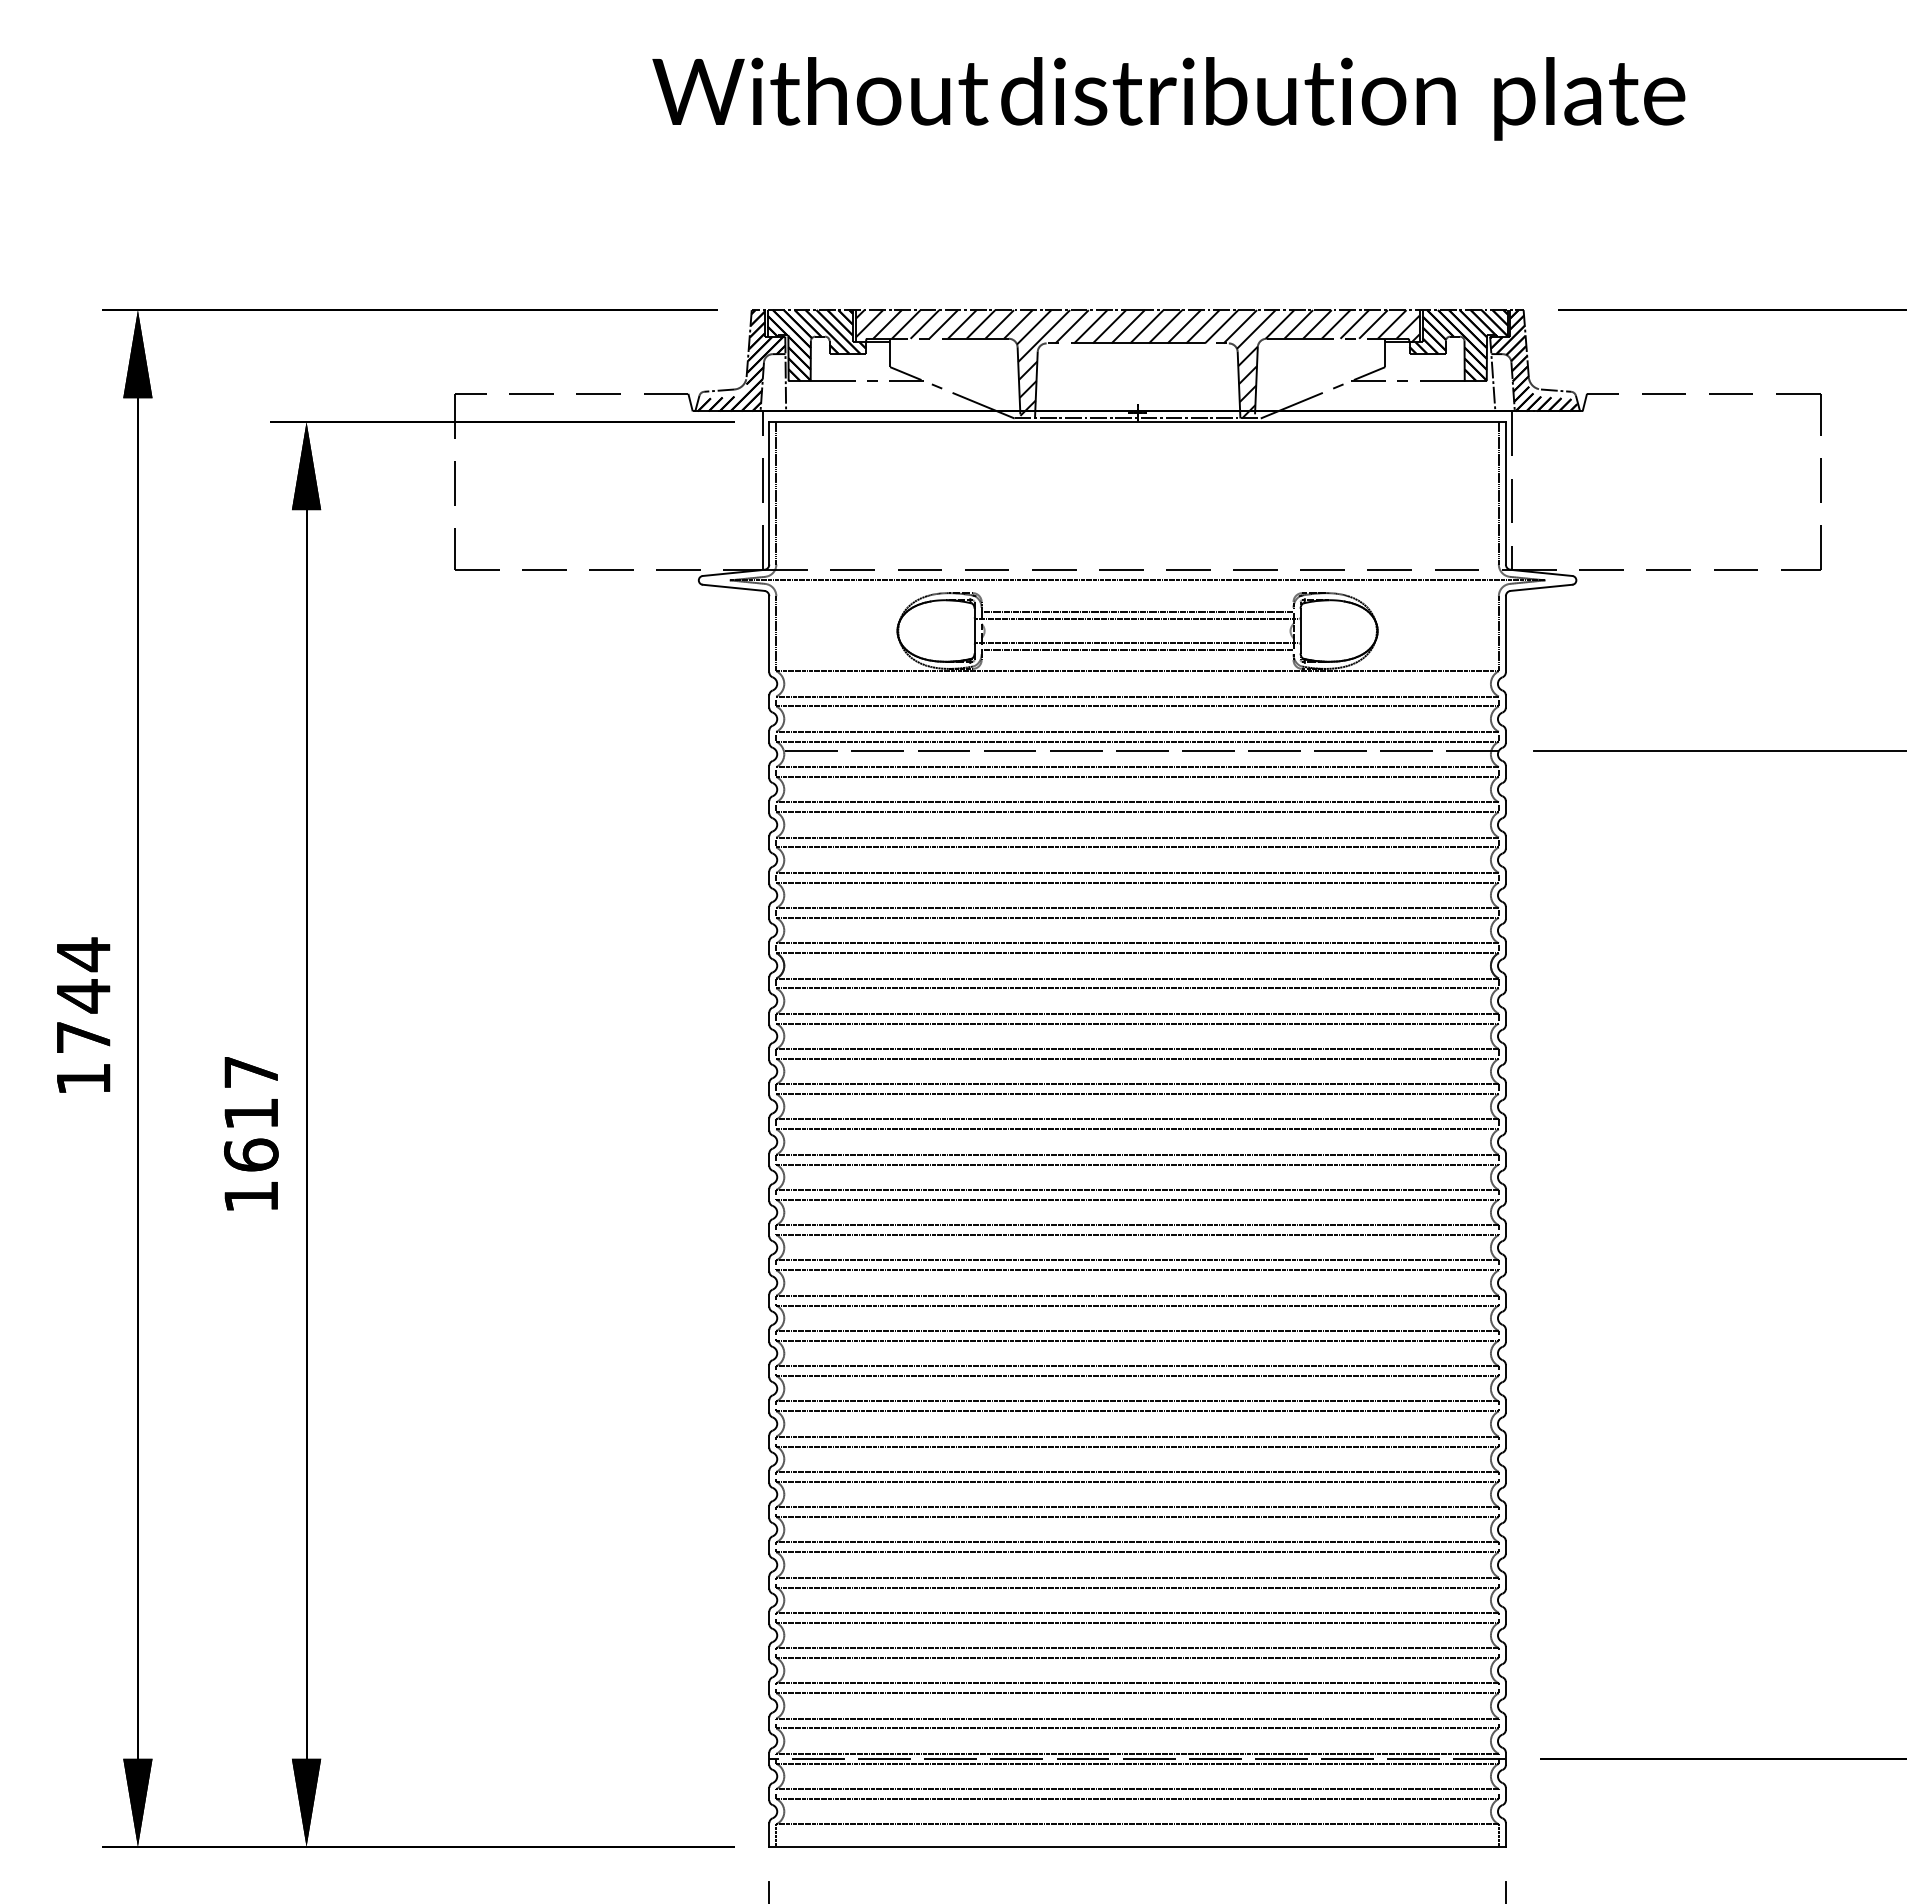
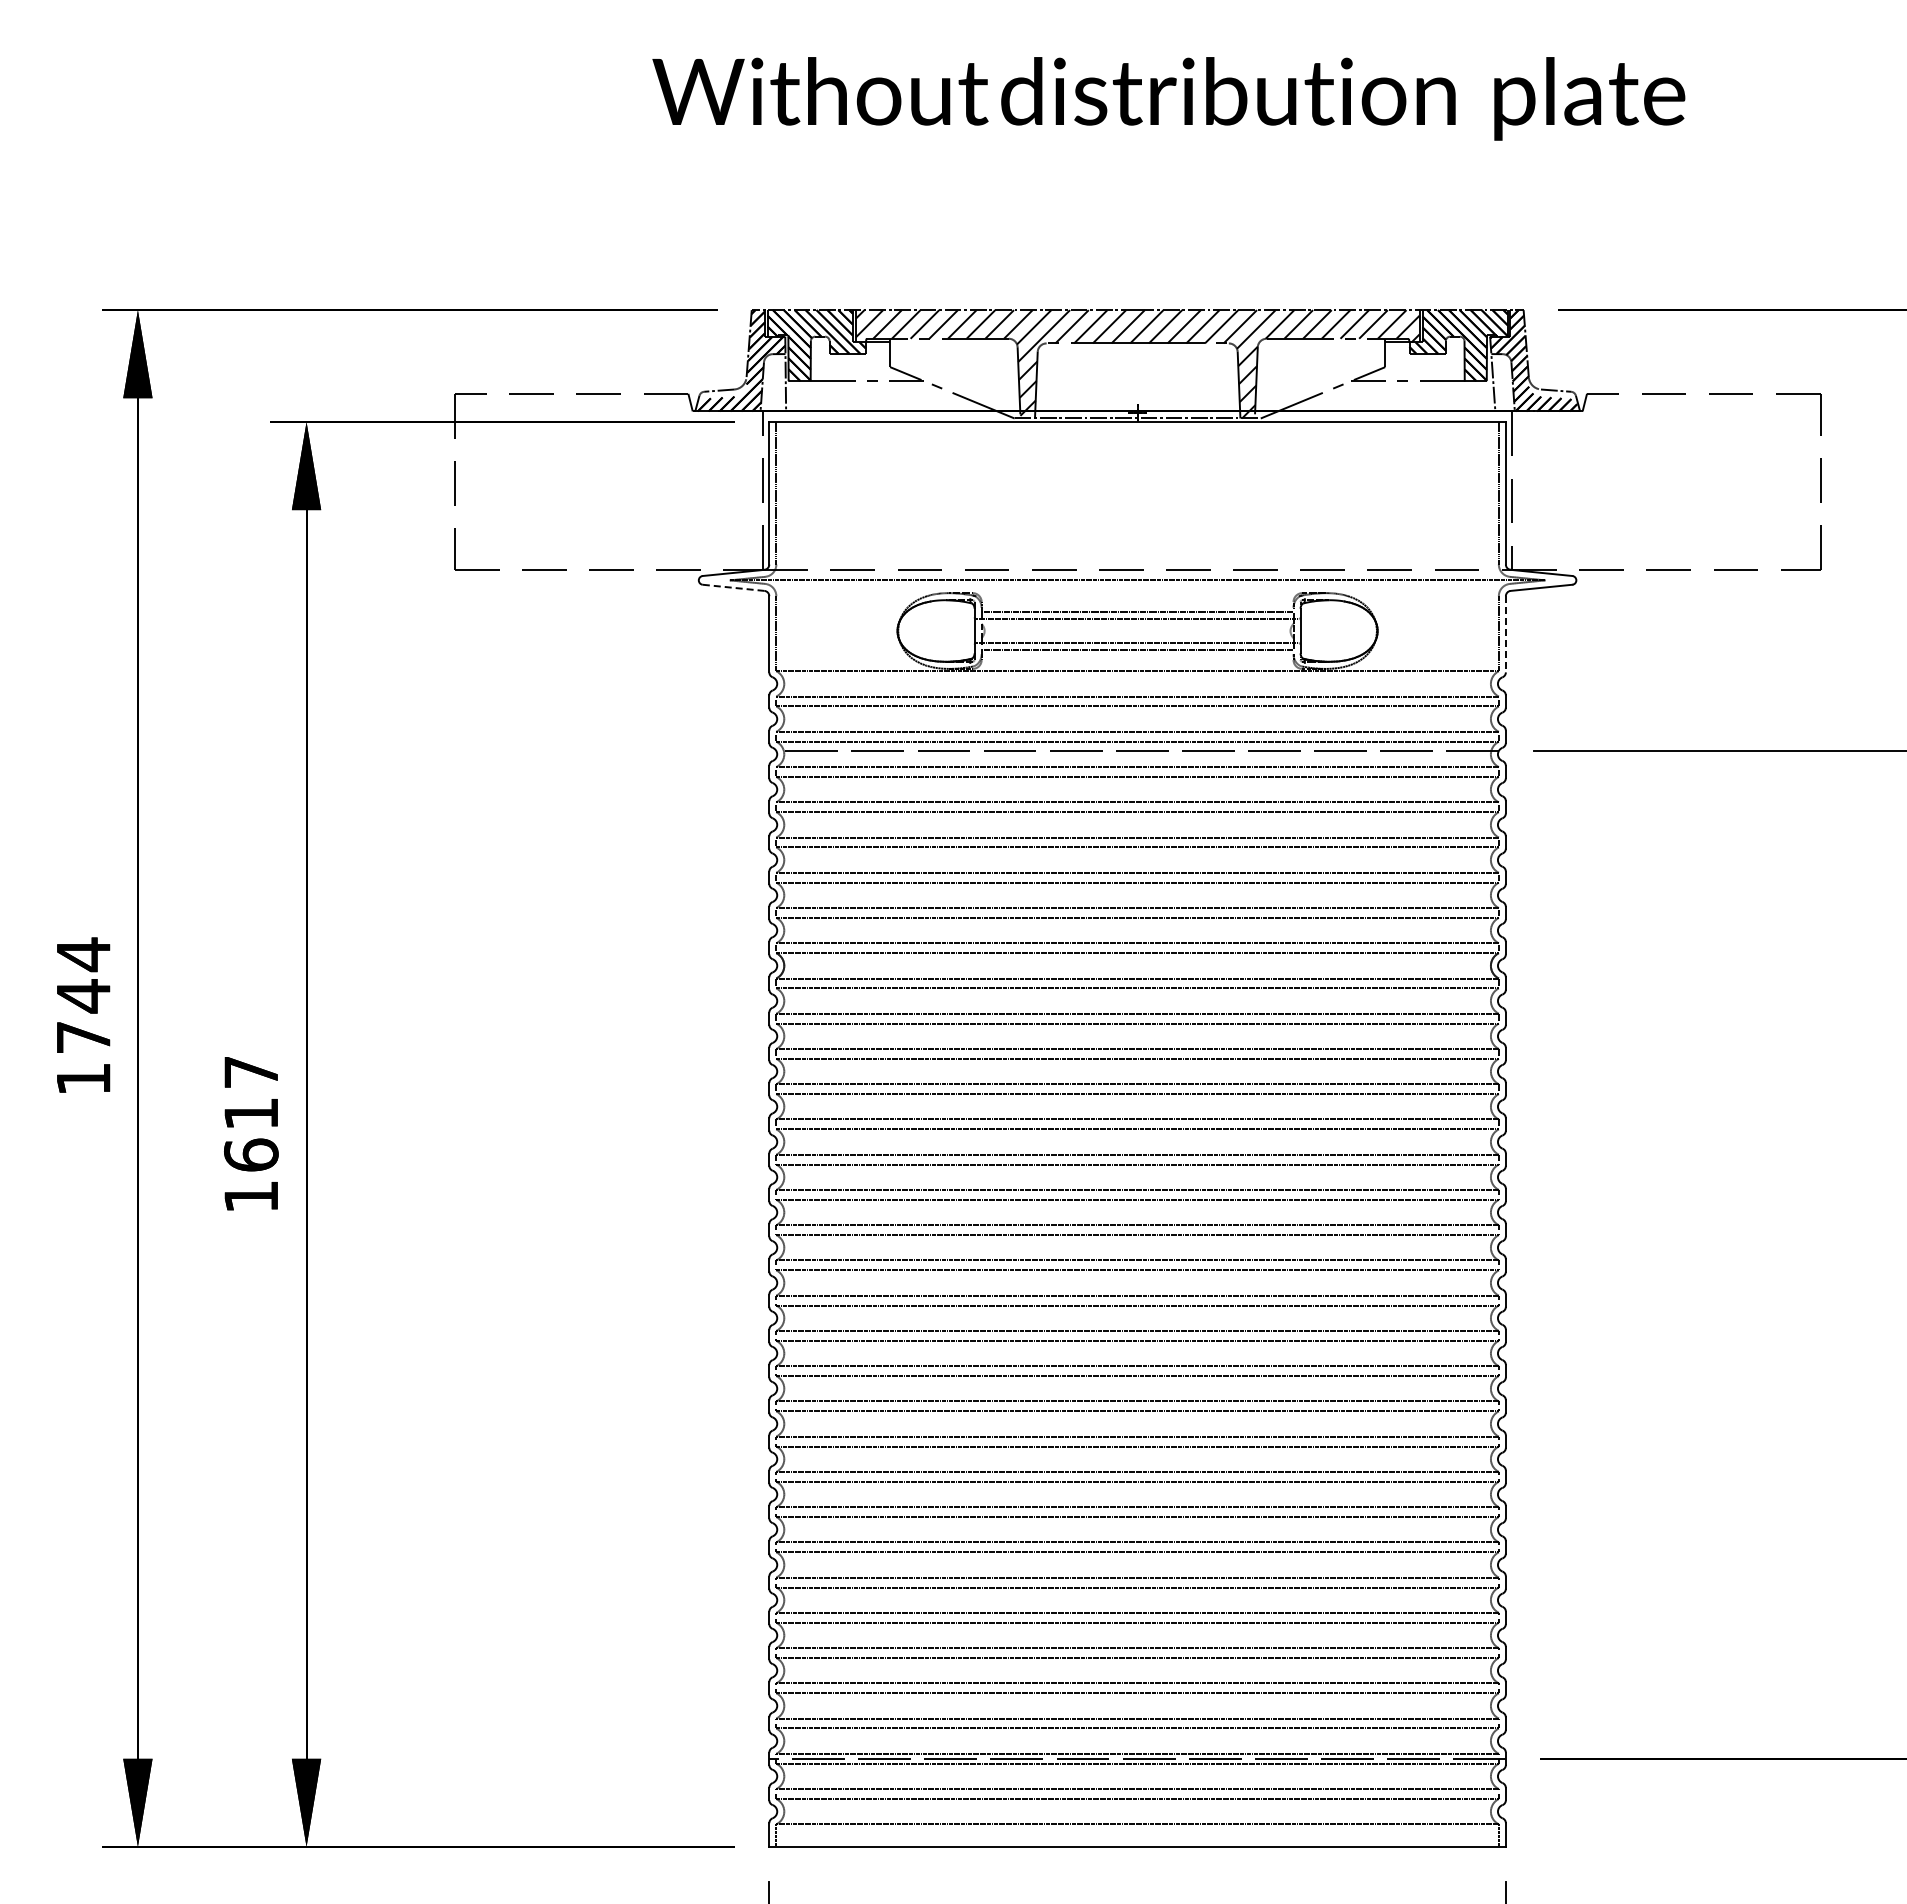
line at (733, 587): solid -> dashed
line at (1505, 634): solid -> dashed
